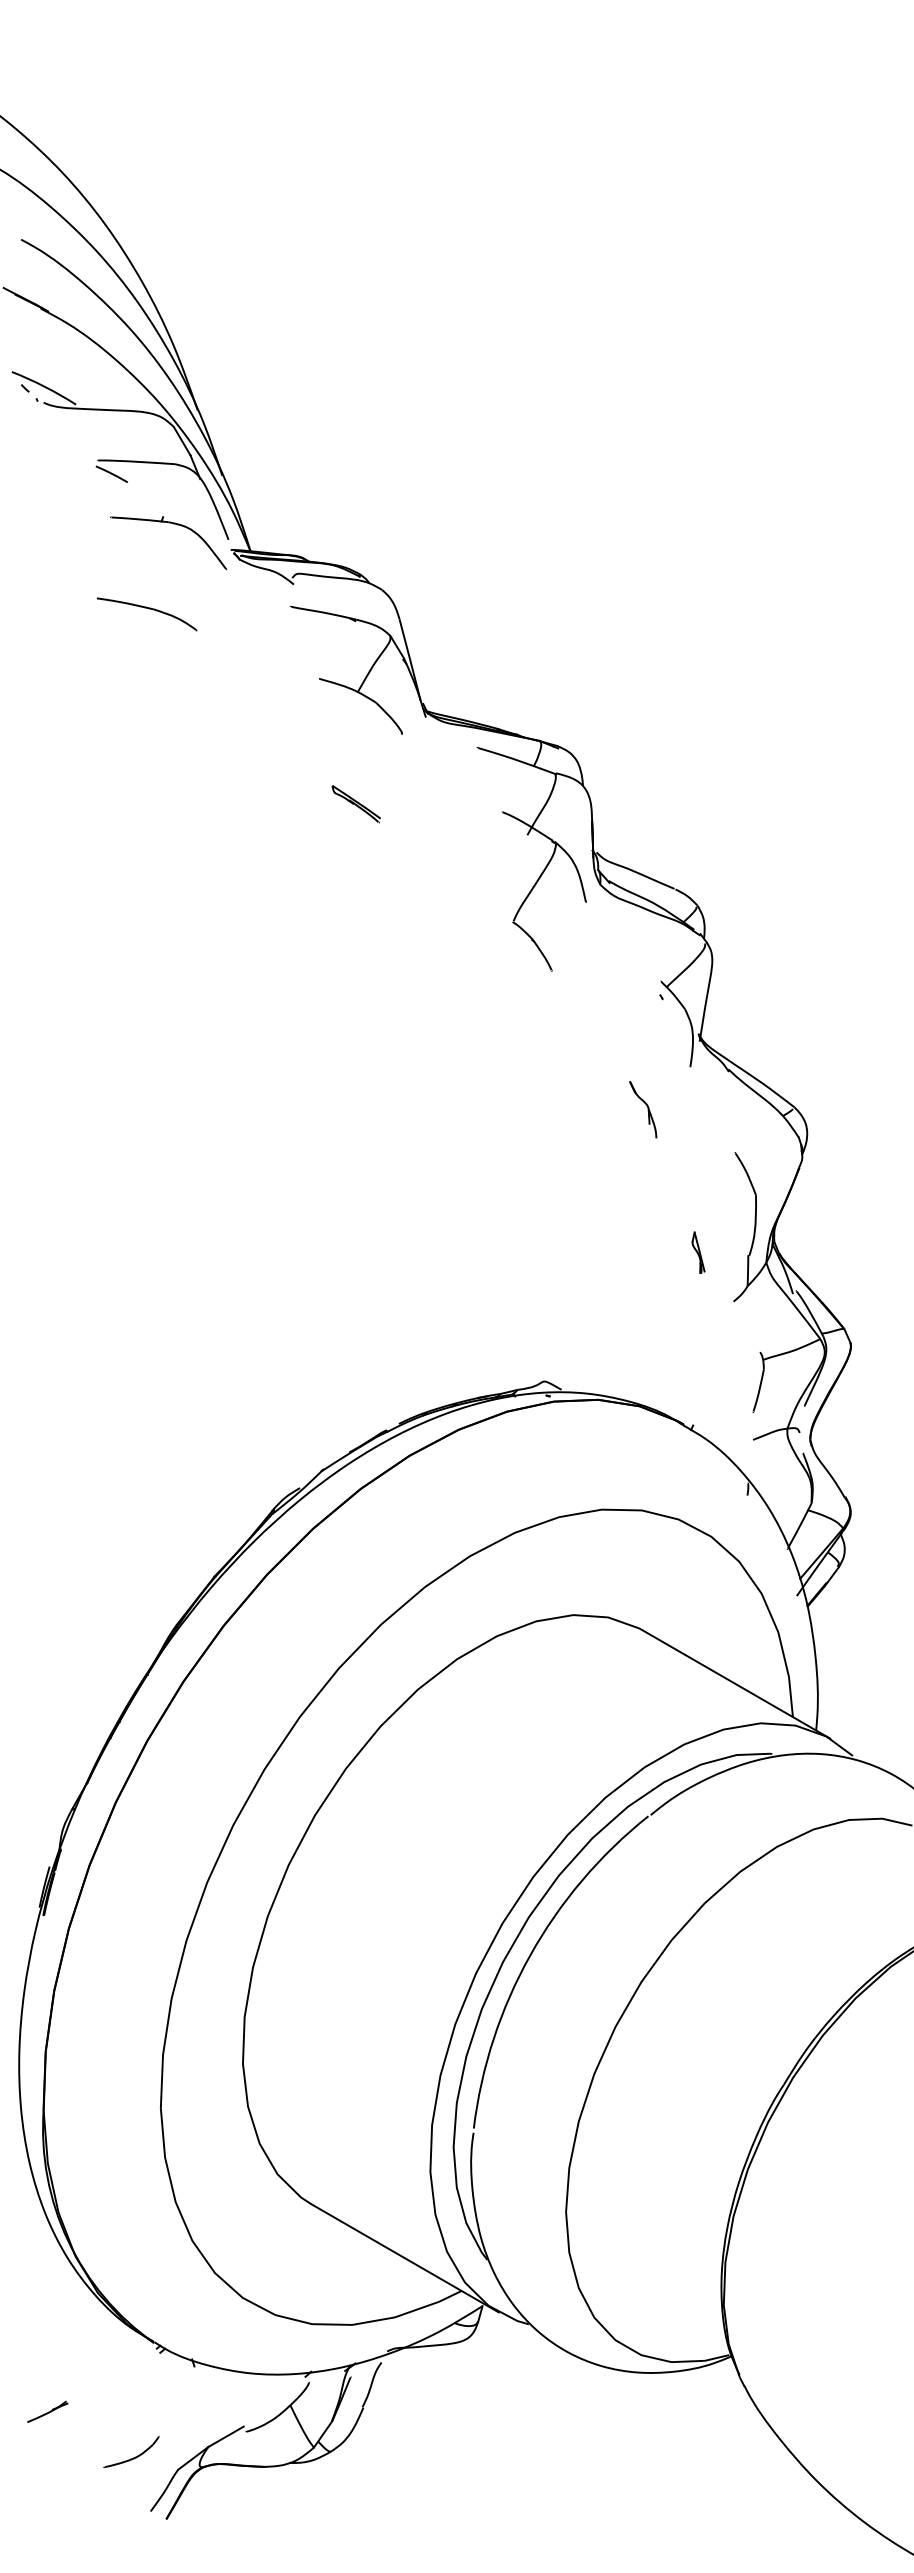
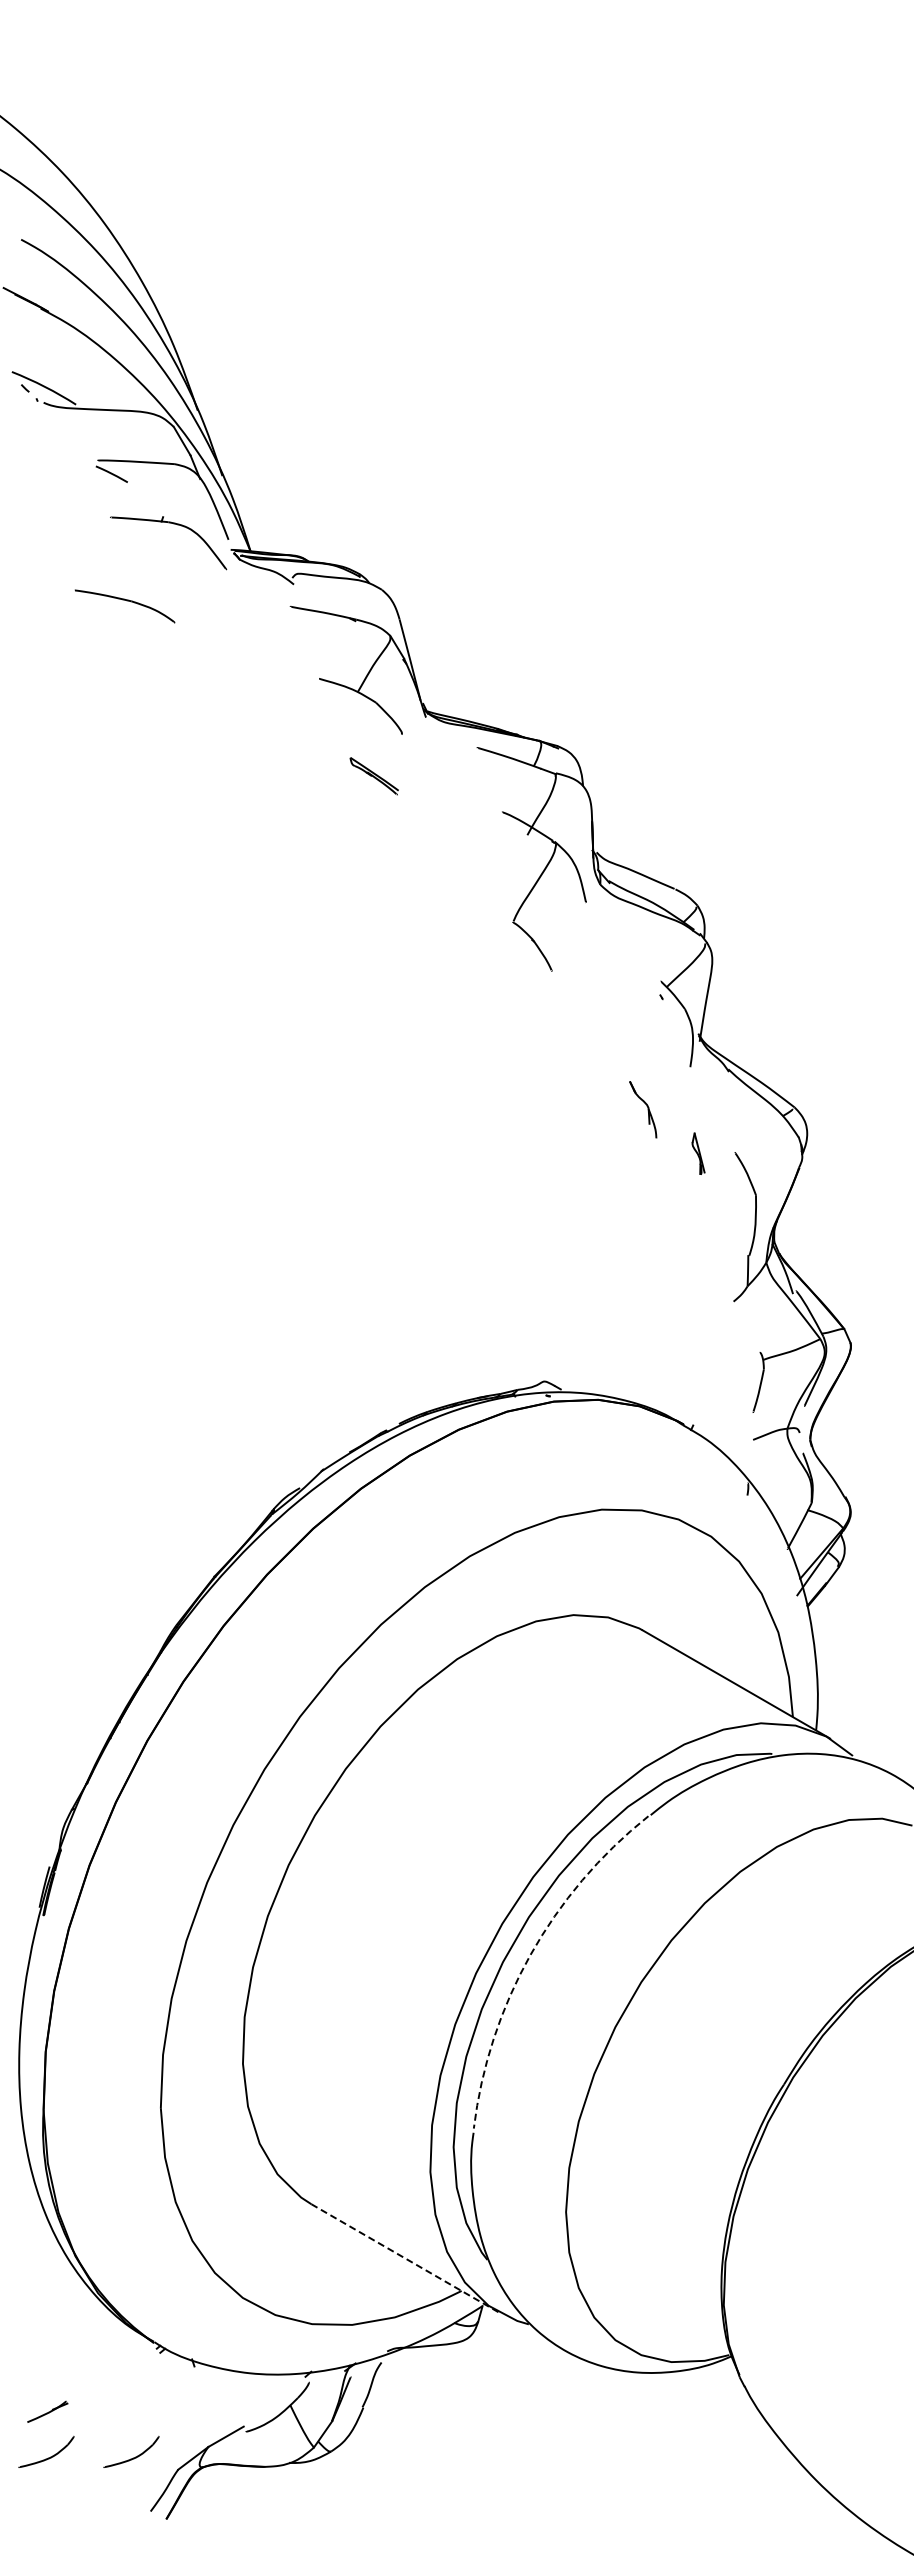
part at (146, 614) position: (146, 614) -> (124, 606)
part at (355, 804) position: (355, 804) -> (373, 776)
part at (698, 1252) position: (698, 1252) -> (698, 1153)
arc at (530, 1955): solid -> dashed
line at (405, 2258): solid -> dashed
part at (48, 2457): none -> present
